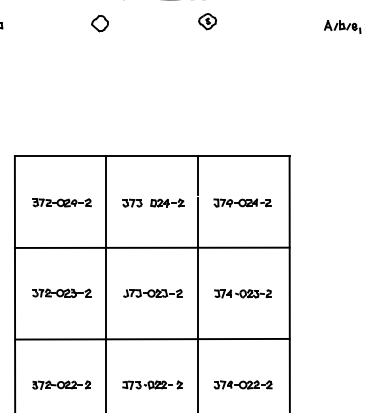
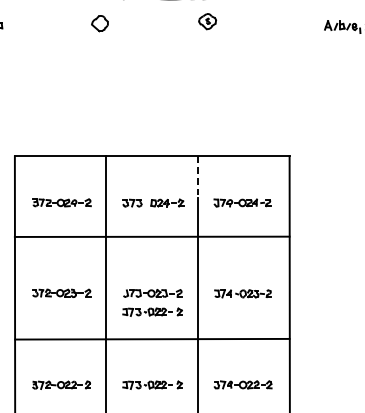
line at (198, 175): solid -> dashed
line at (151, 247) position: (151, 247) -> (151, 236)
part at (152, 311): none -> present
